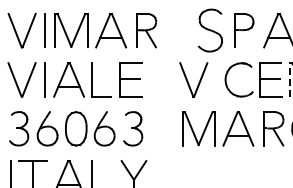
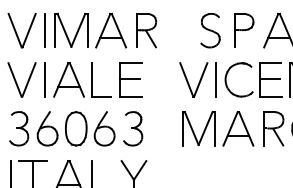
part at (210, 30) size: 26x45 px -> 21x36 px
line at (216, 79): none -> present
line at (290, 79): dashed -> solid
